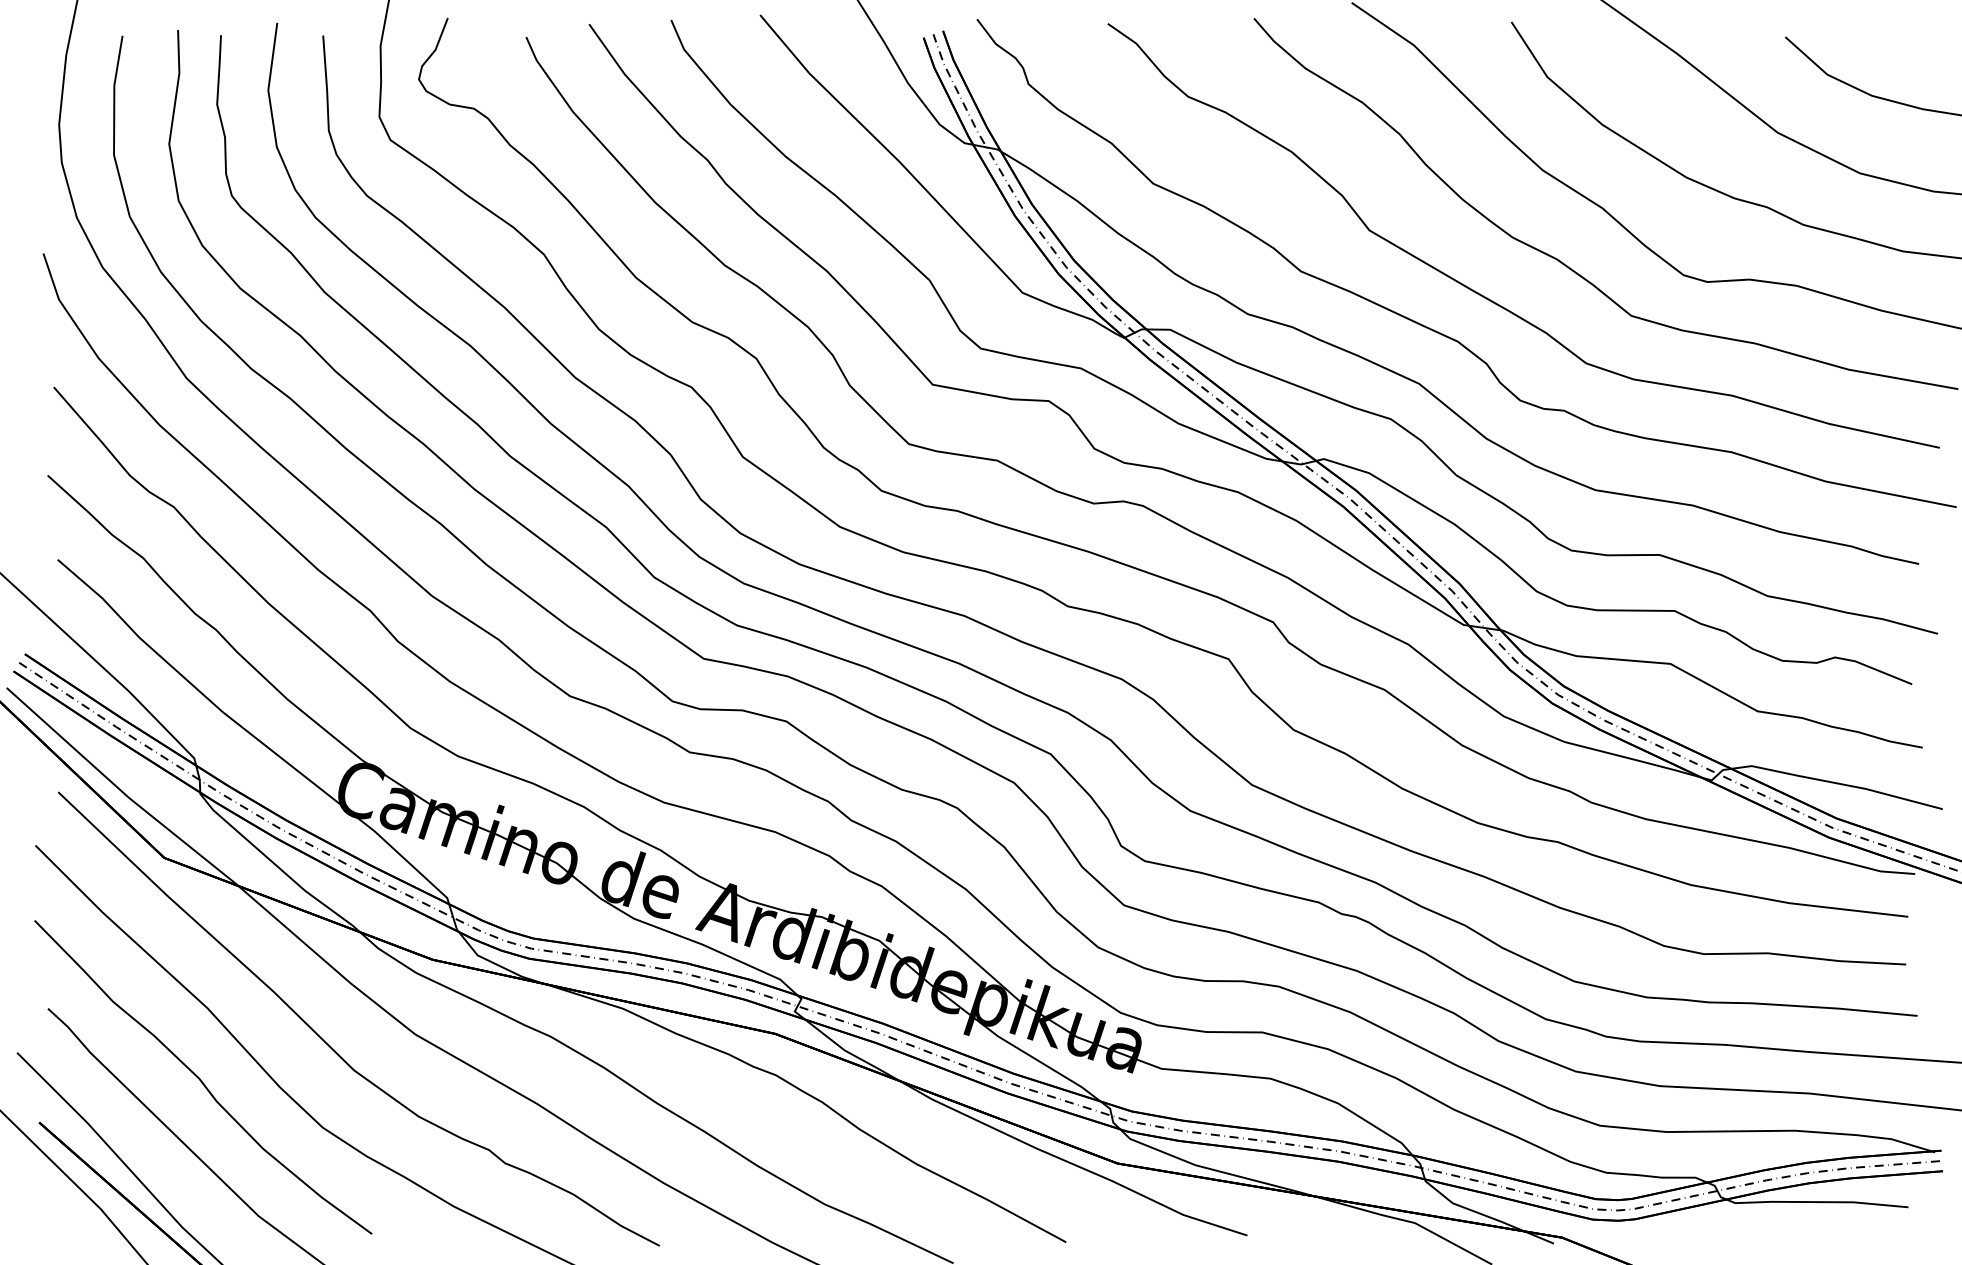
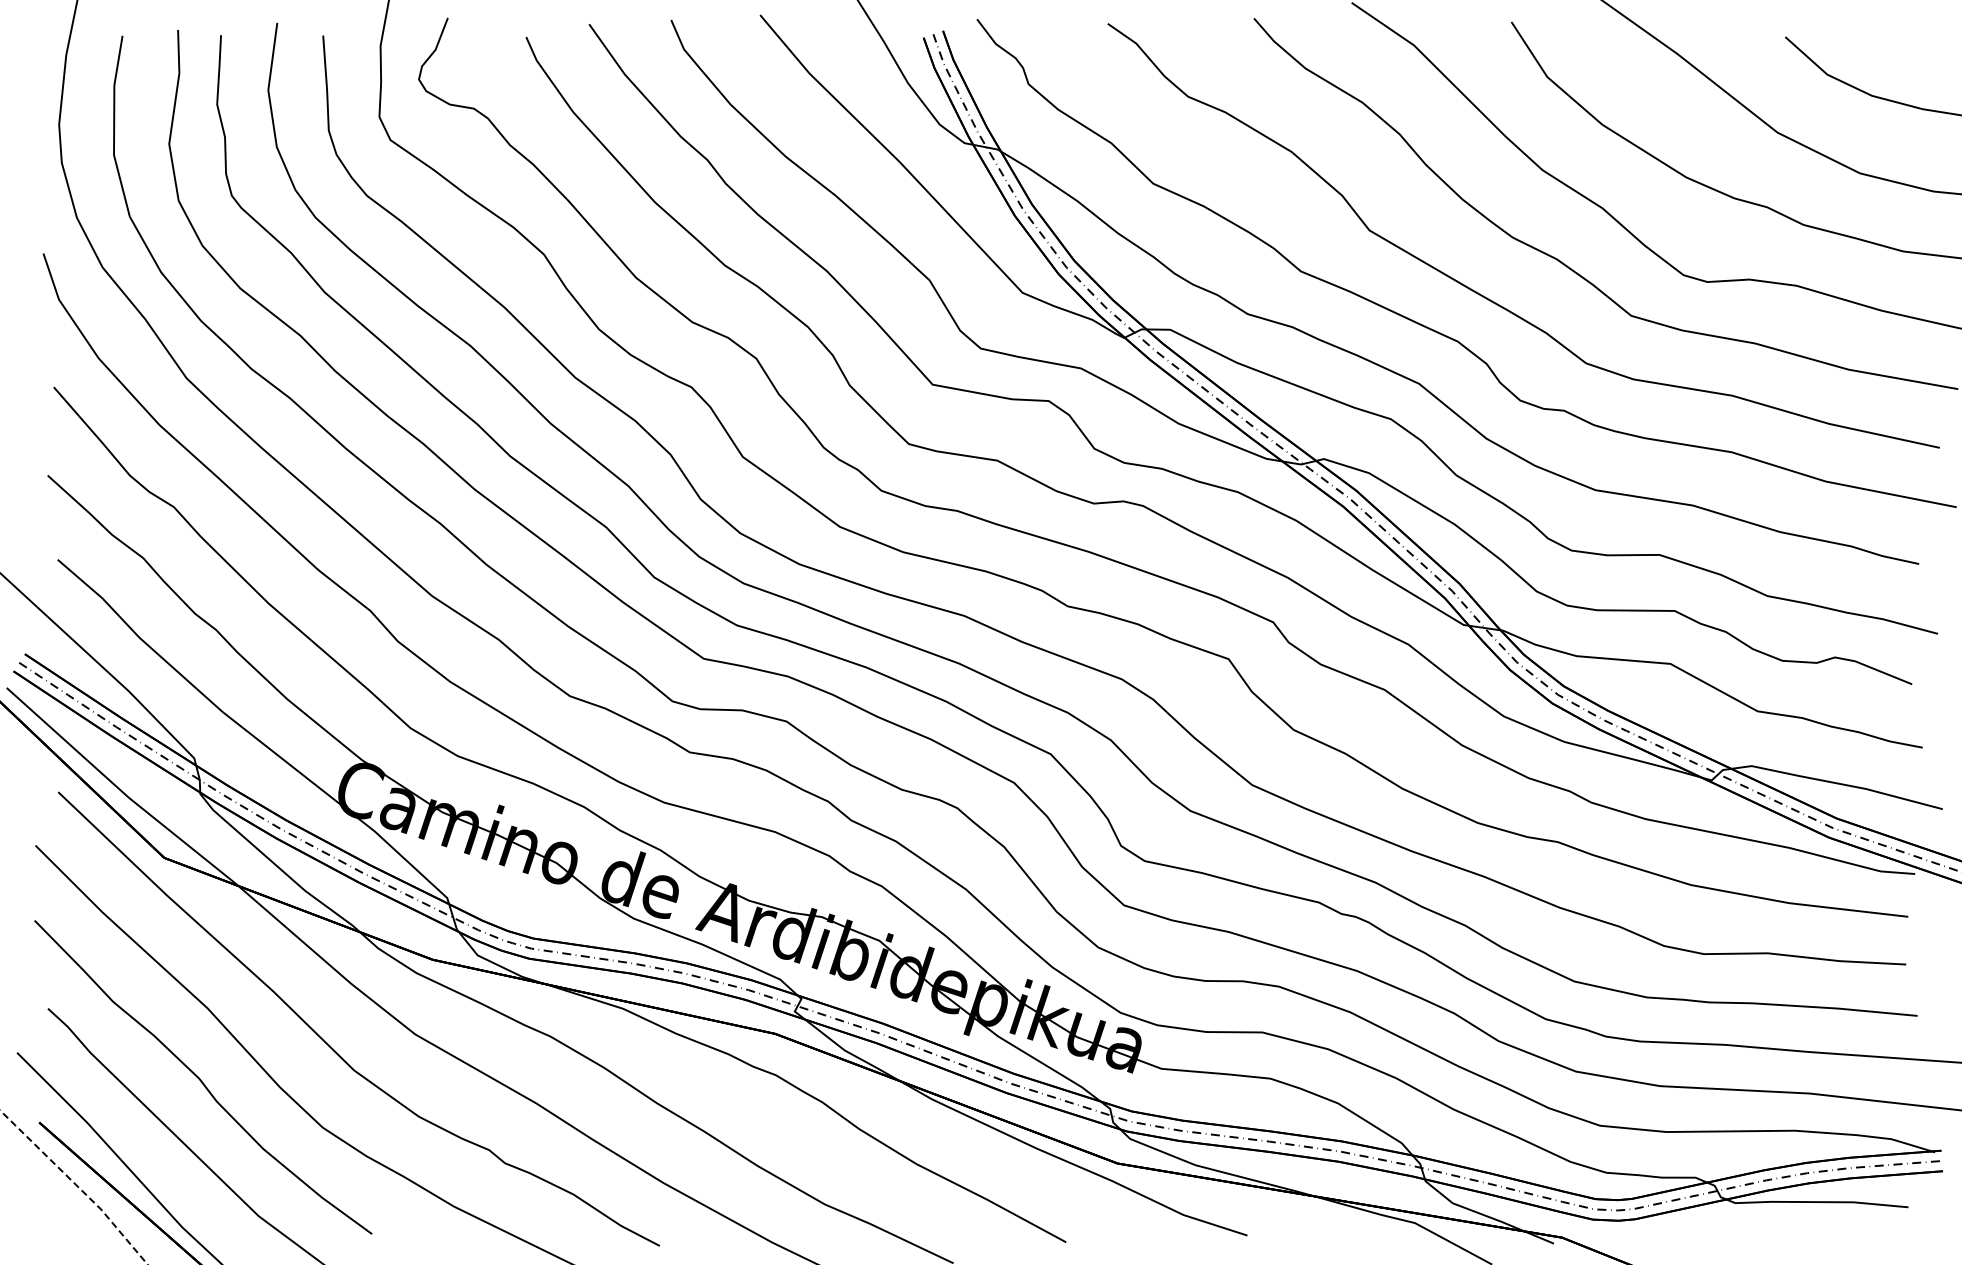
line at (76, 1185): solid -> dashed
